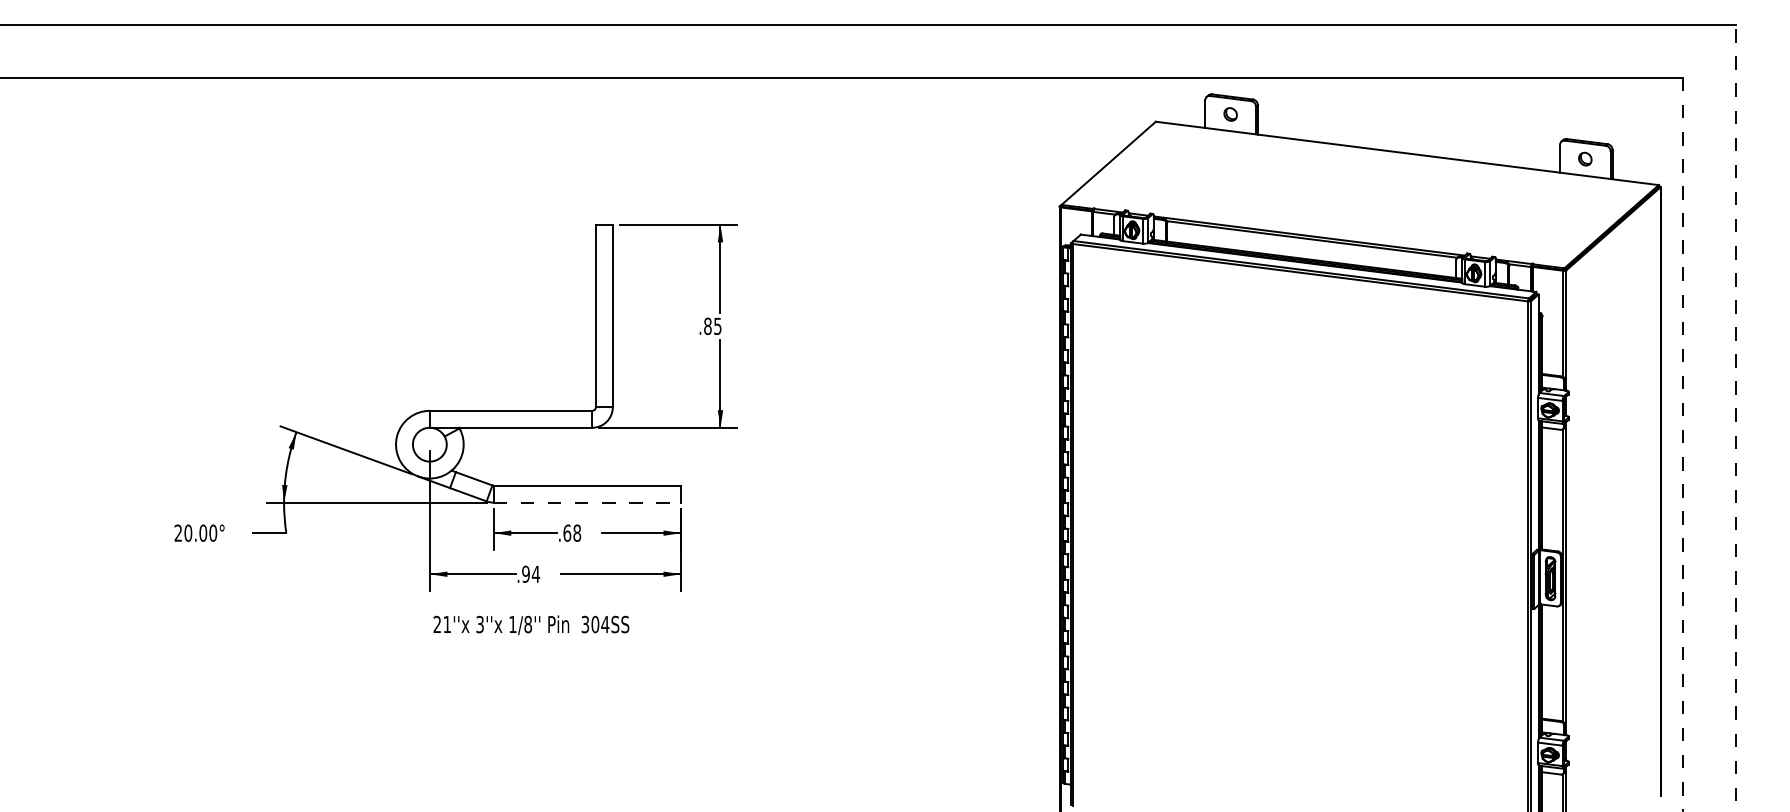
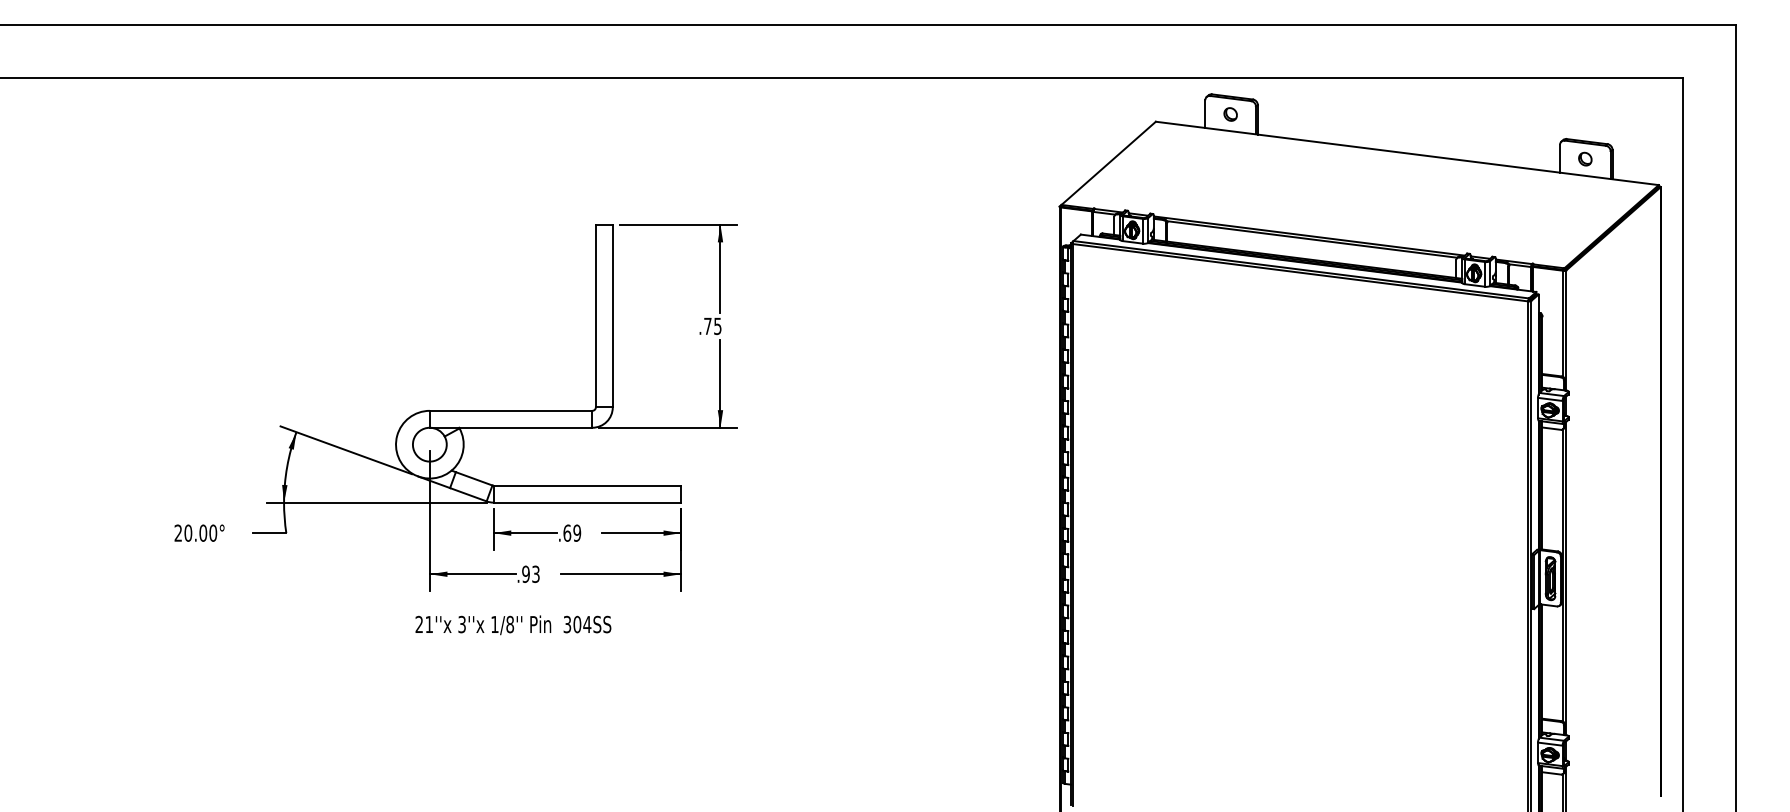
text at (707, 326): .85 -> .75
line at (1736, 417): dashed -> solid
line at (1682, 444): dashed -> solid
line at (587, 502): dashed -> solid
text at (577, 532): .68 -> .69
text at (535, 573): .94 -> .93
text at (531, 625) position: (531, 625) -> (513, 625)
